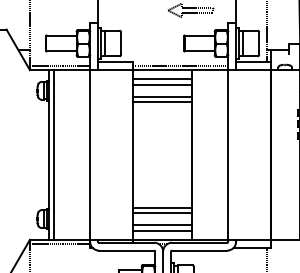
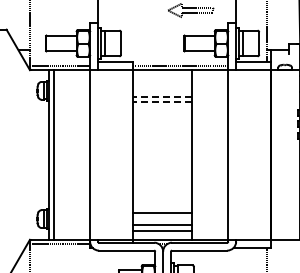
line at (161, 79): present -> none
line at (161, 85): present -> none
line at (162, 96): solid -> dashed
line at (162, 102): solid -> dashed
line at (161, 207): present -> none
